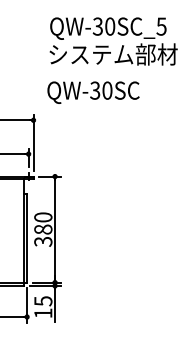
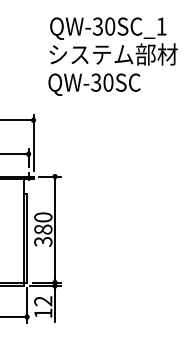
text at (161, 26): QW-30SC_5 -> QW-30SC_1
text at (93, 92) position: (93, 92) -> (94, 84)
text at (43, 301): 15 -> 12
